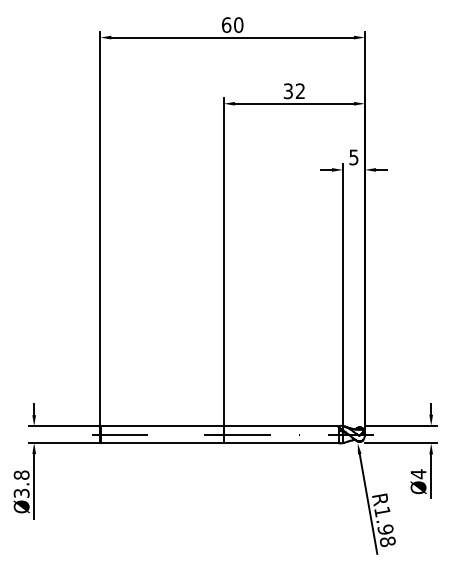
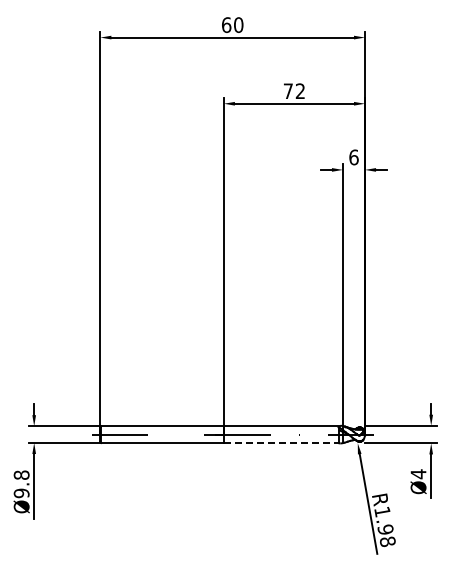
text at (287, 91): 32 -> 72
text at (353, 157): 5 -> 6
line at (282, 443): solid -> dashed
text at (21, 493): Ø3.8 -> Ø9.8
